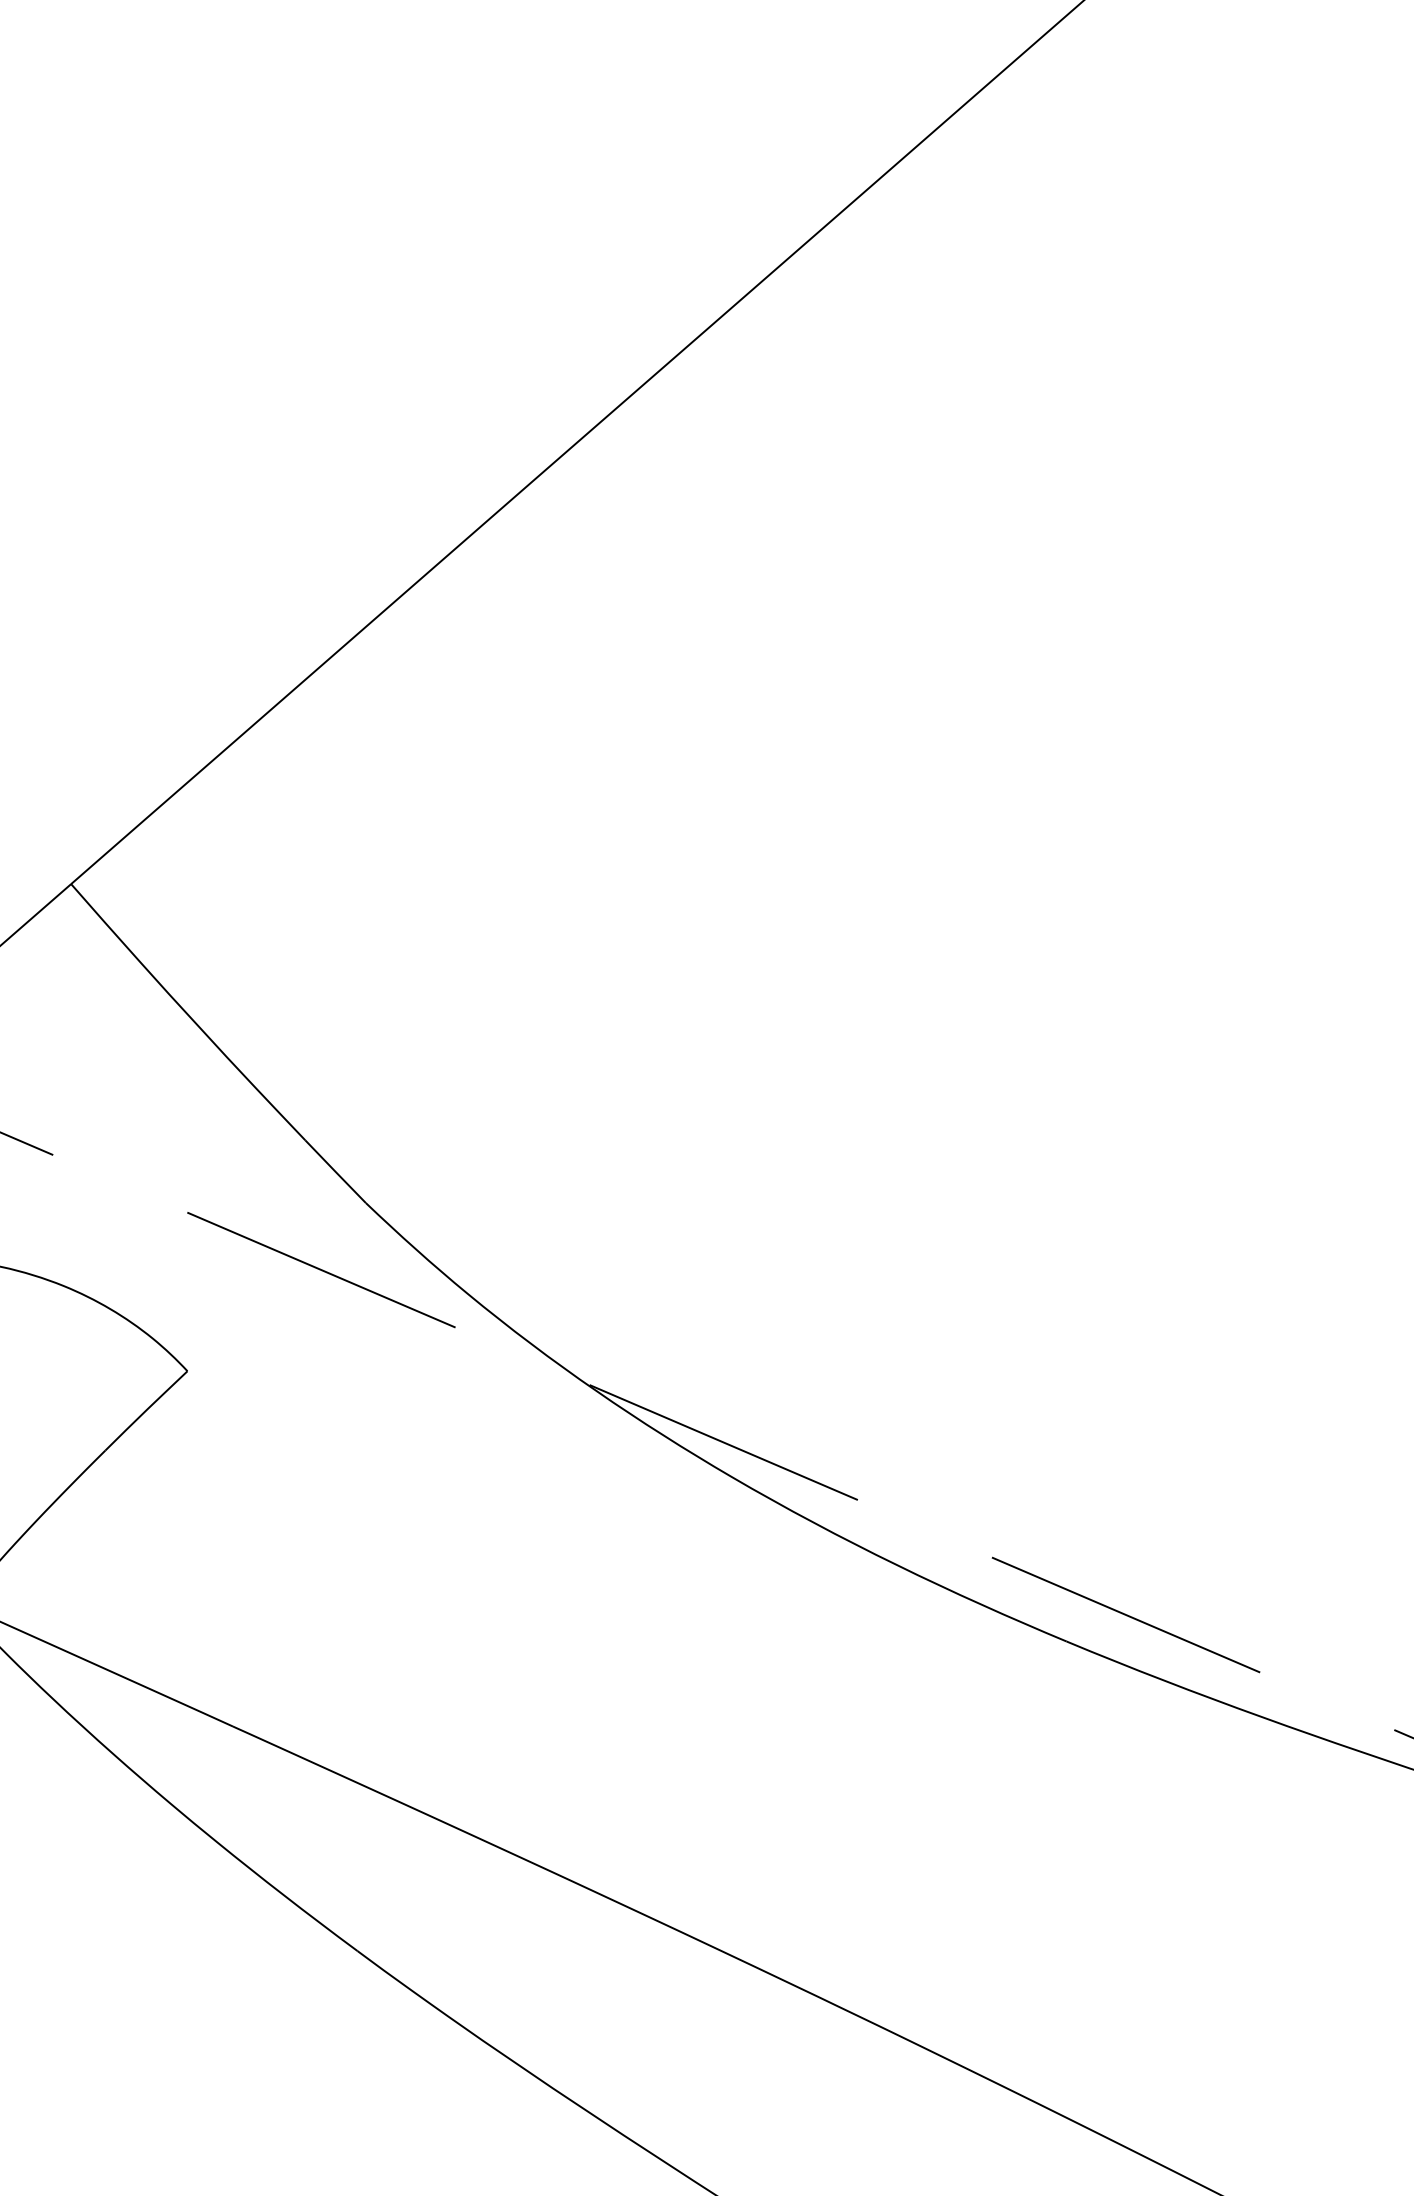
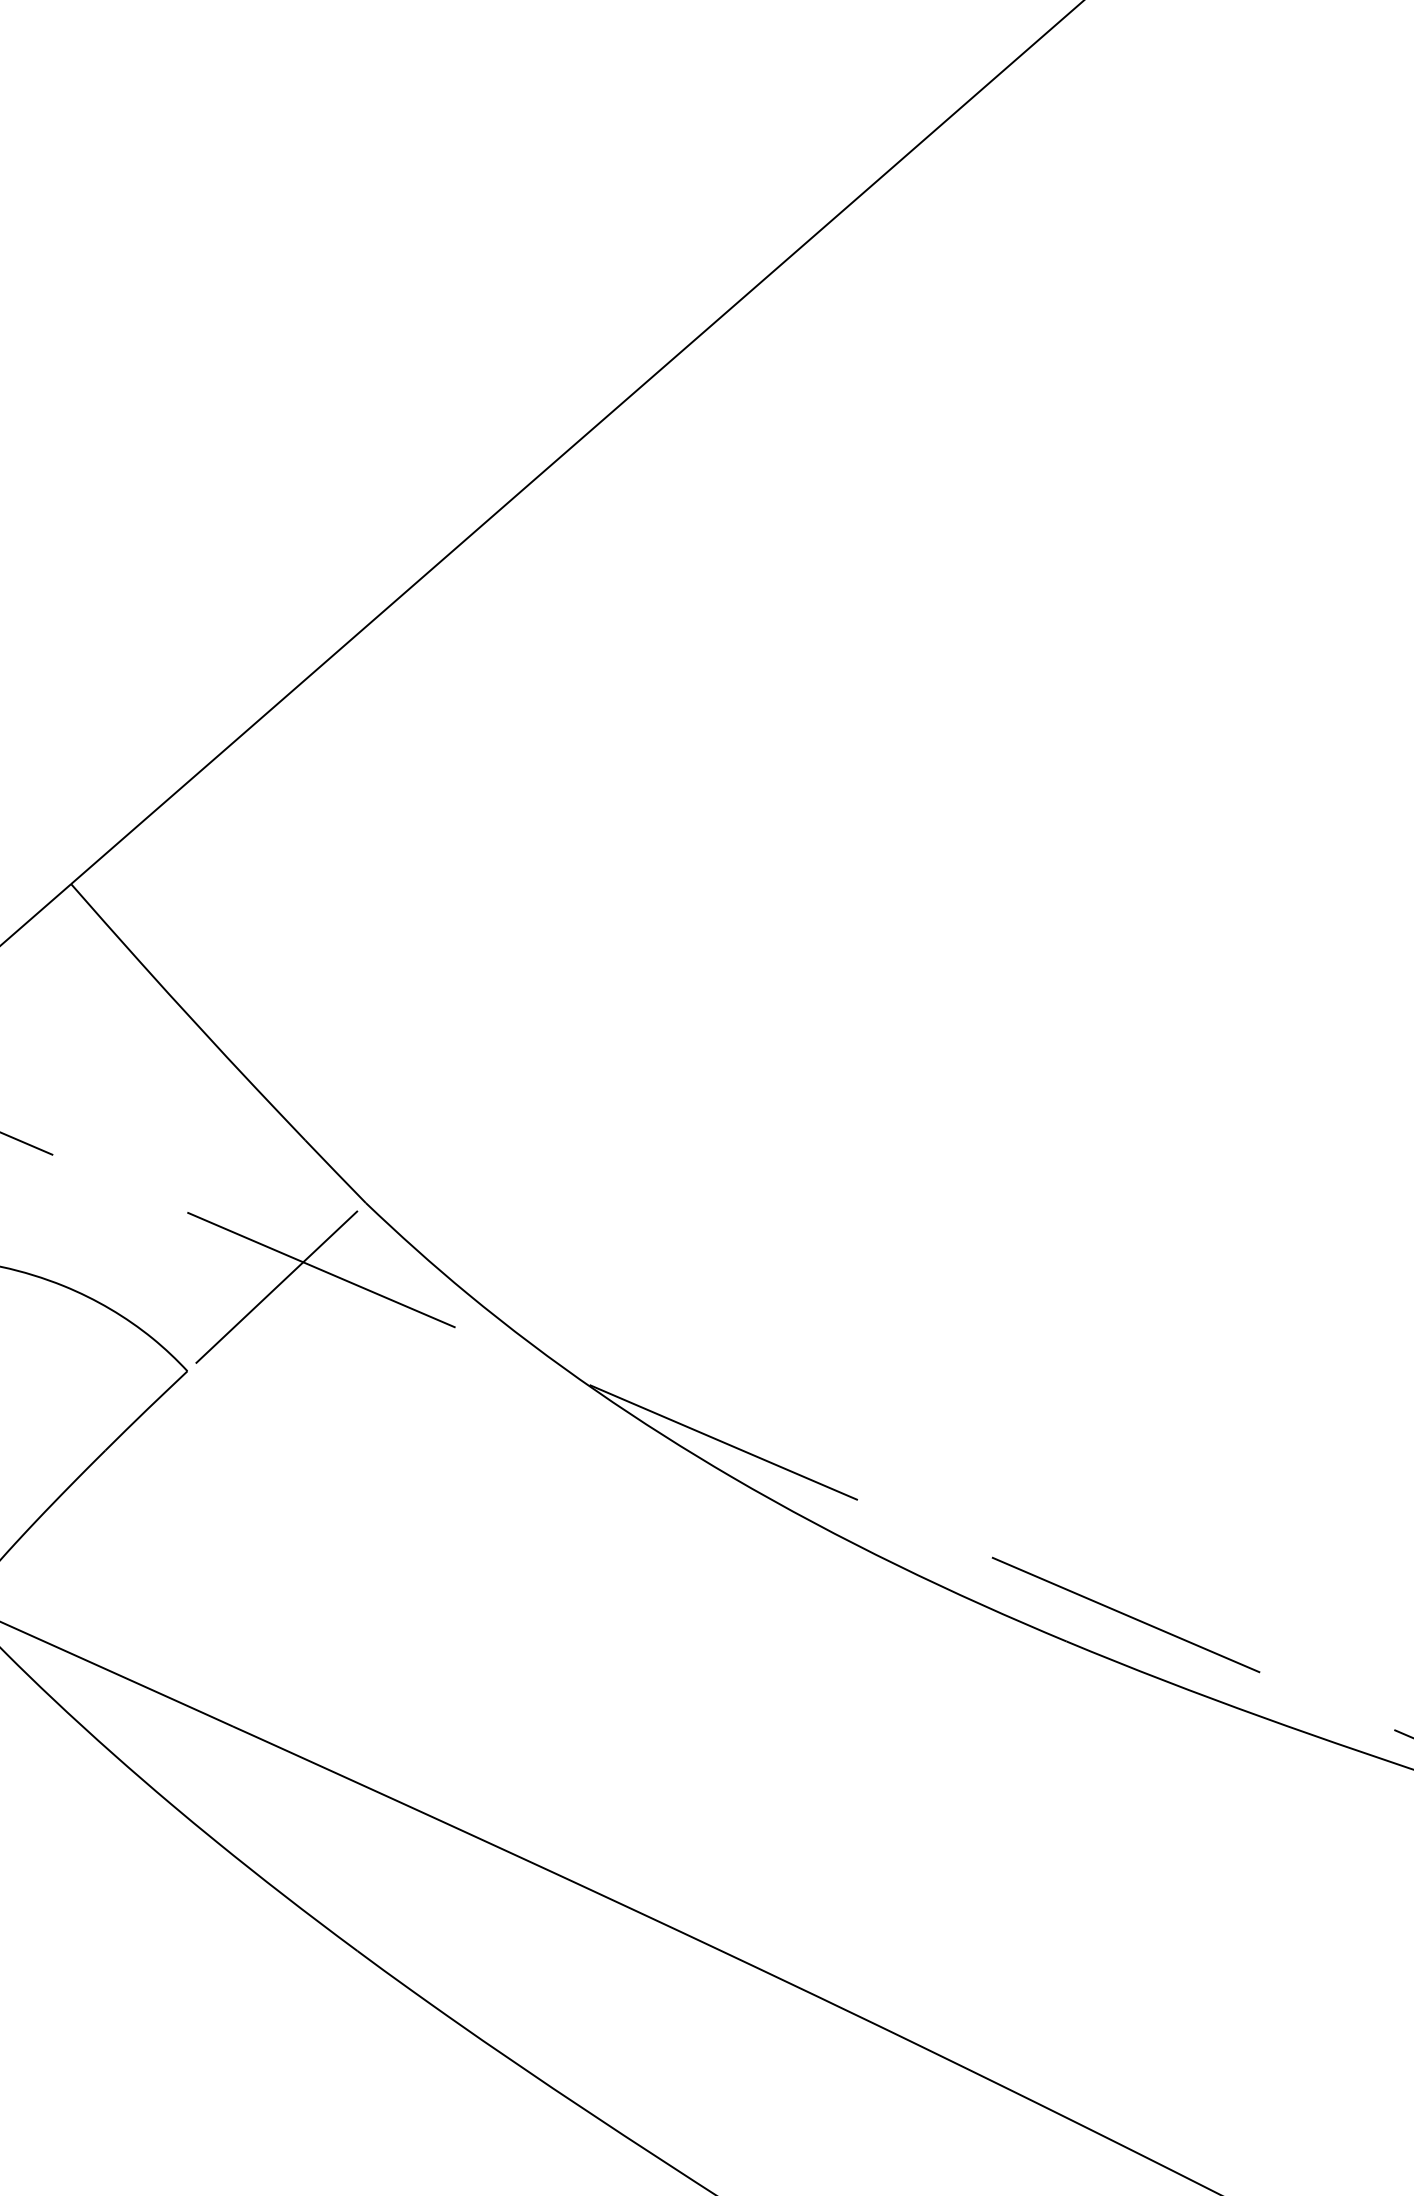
line at (276, 1286): none -> present
